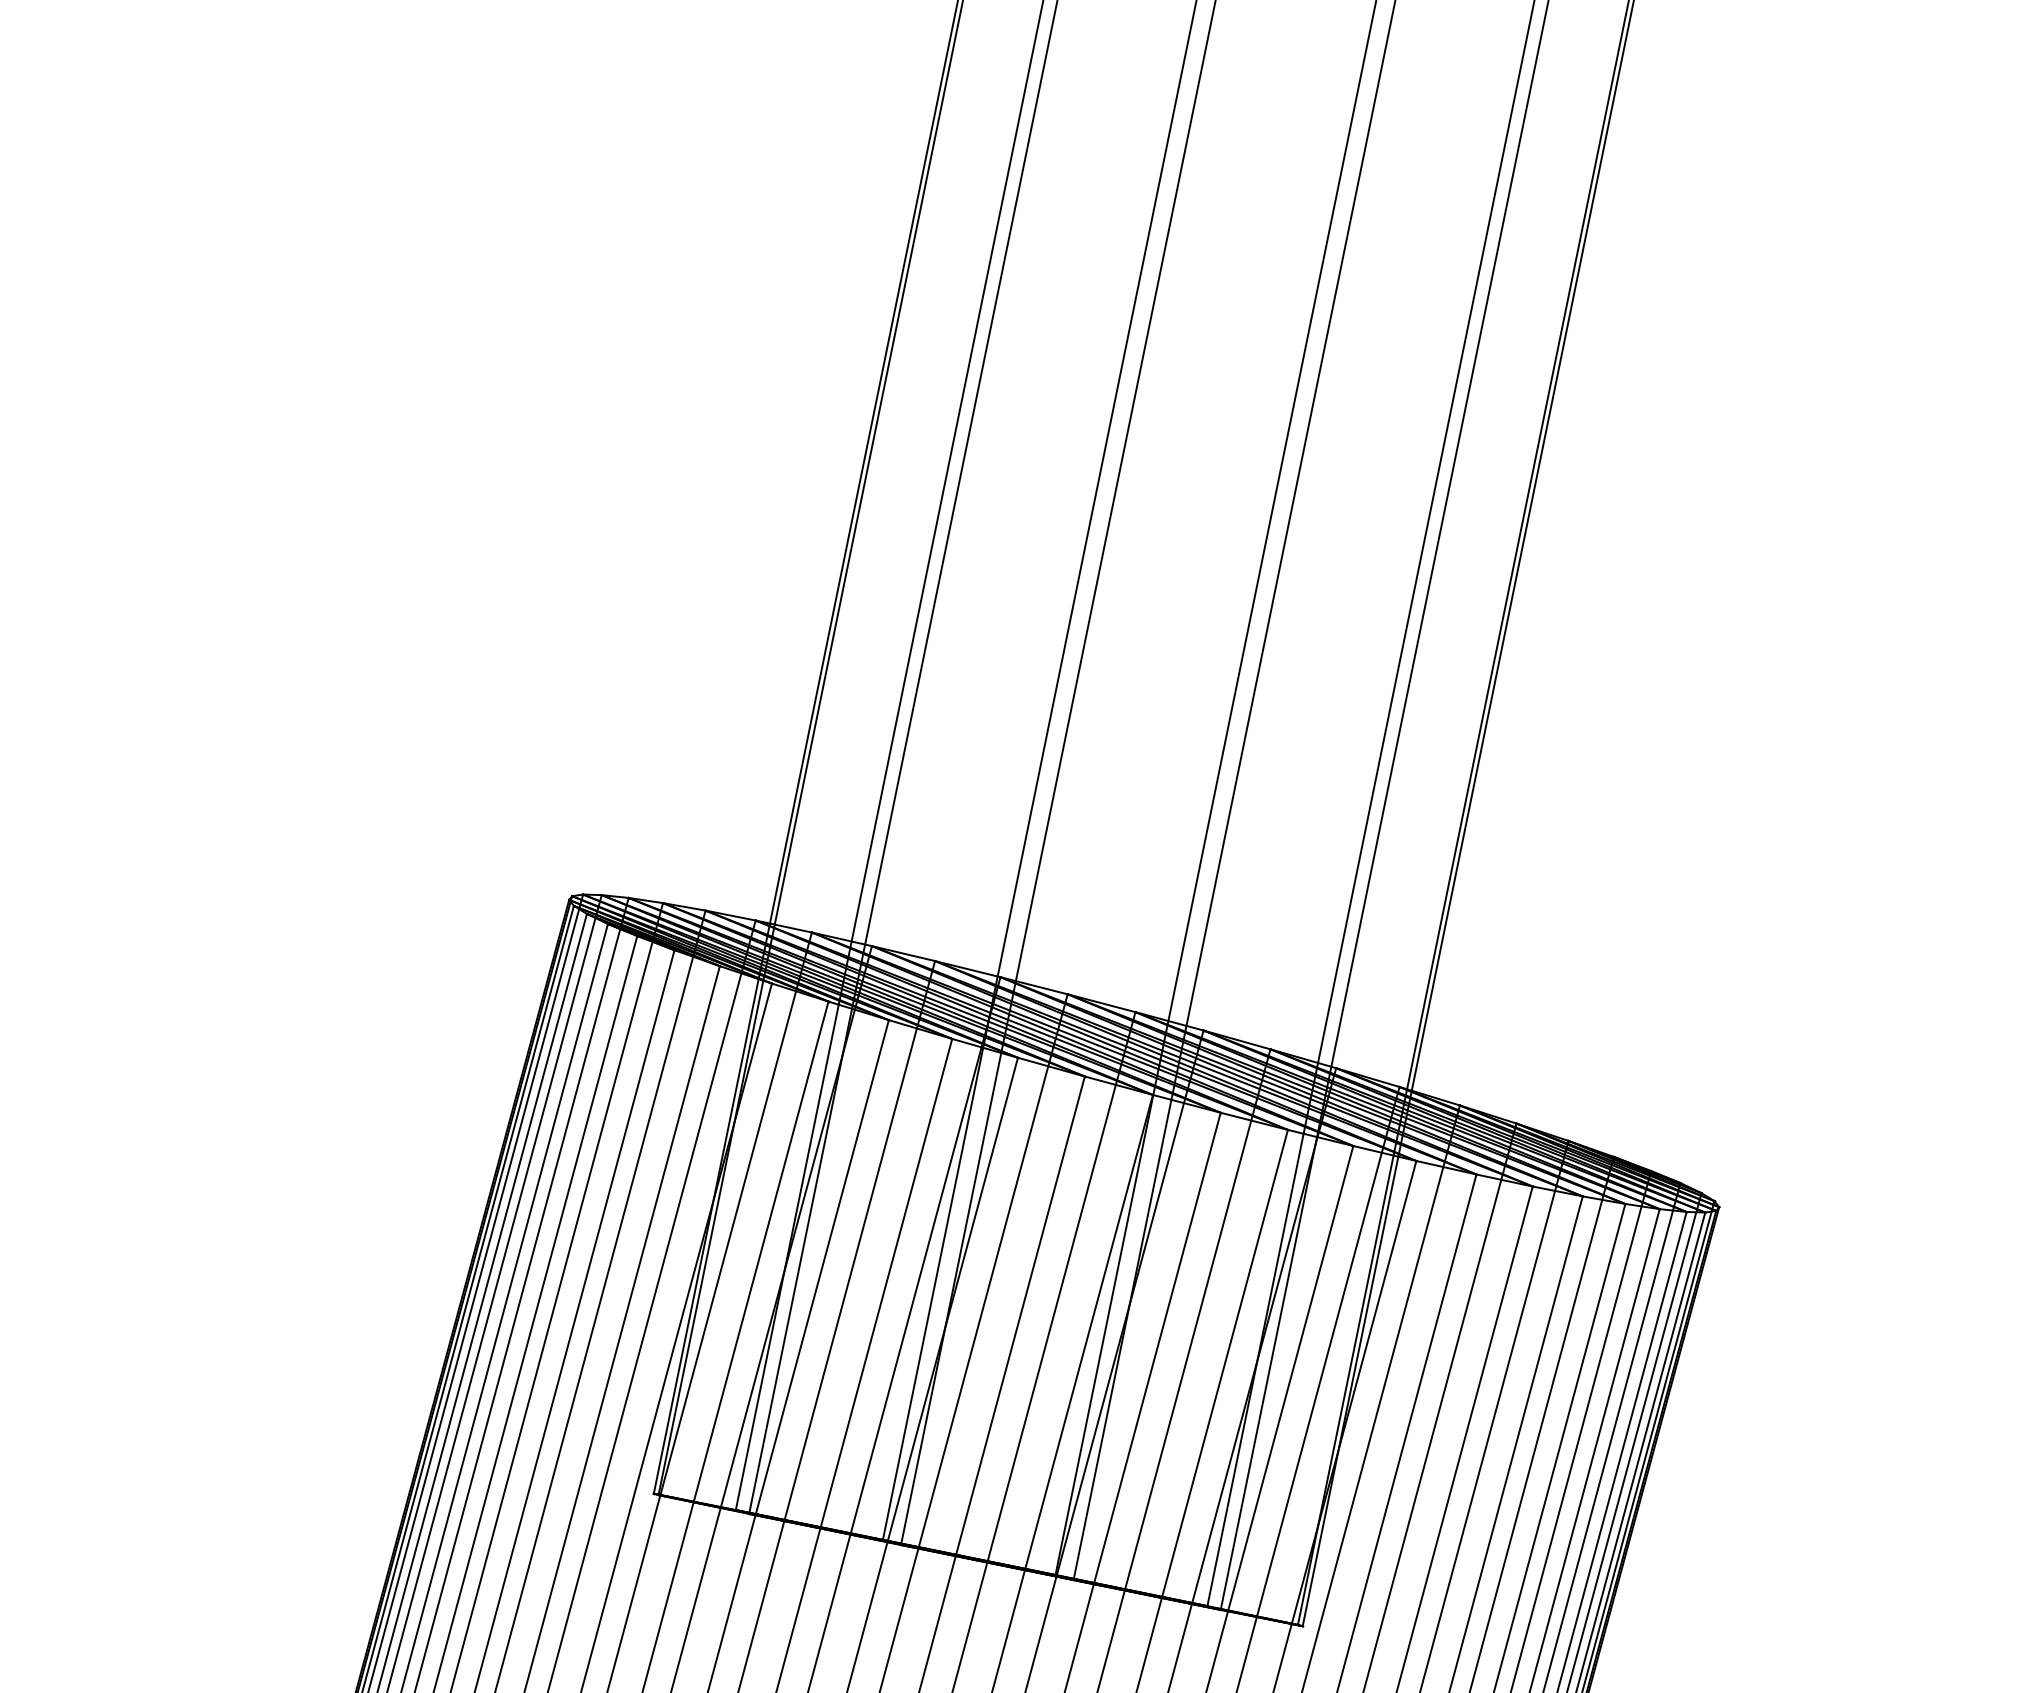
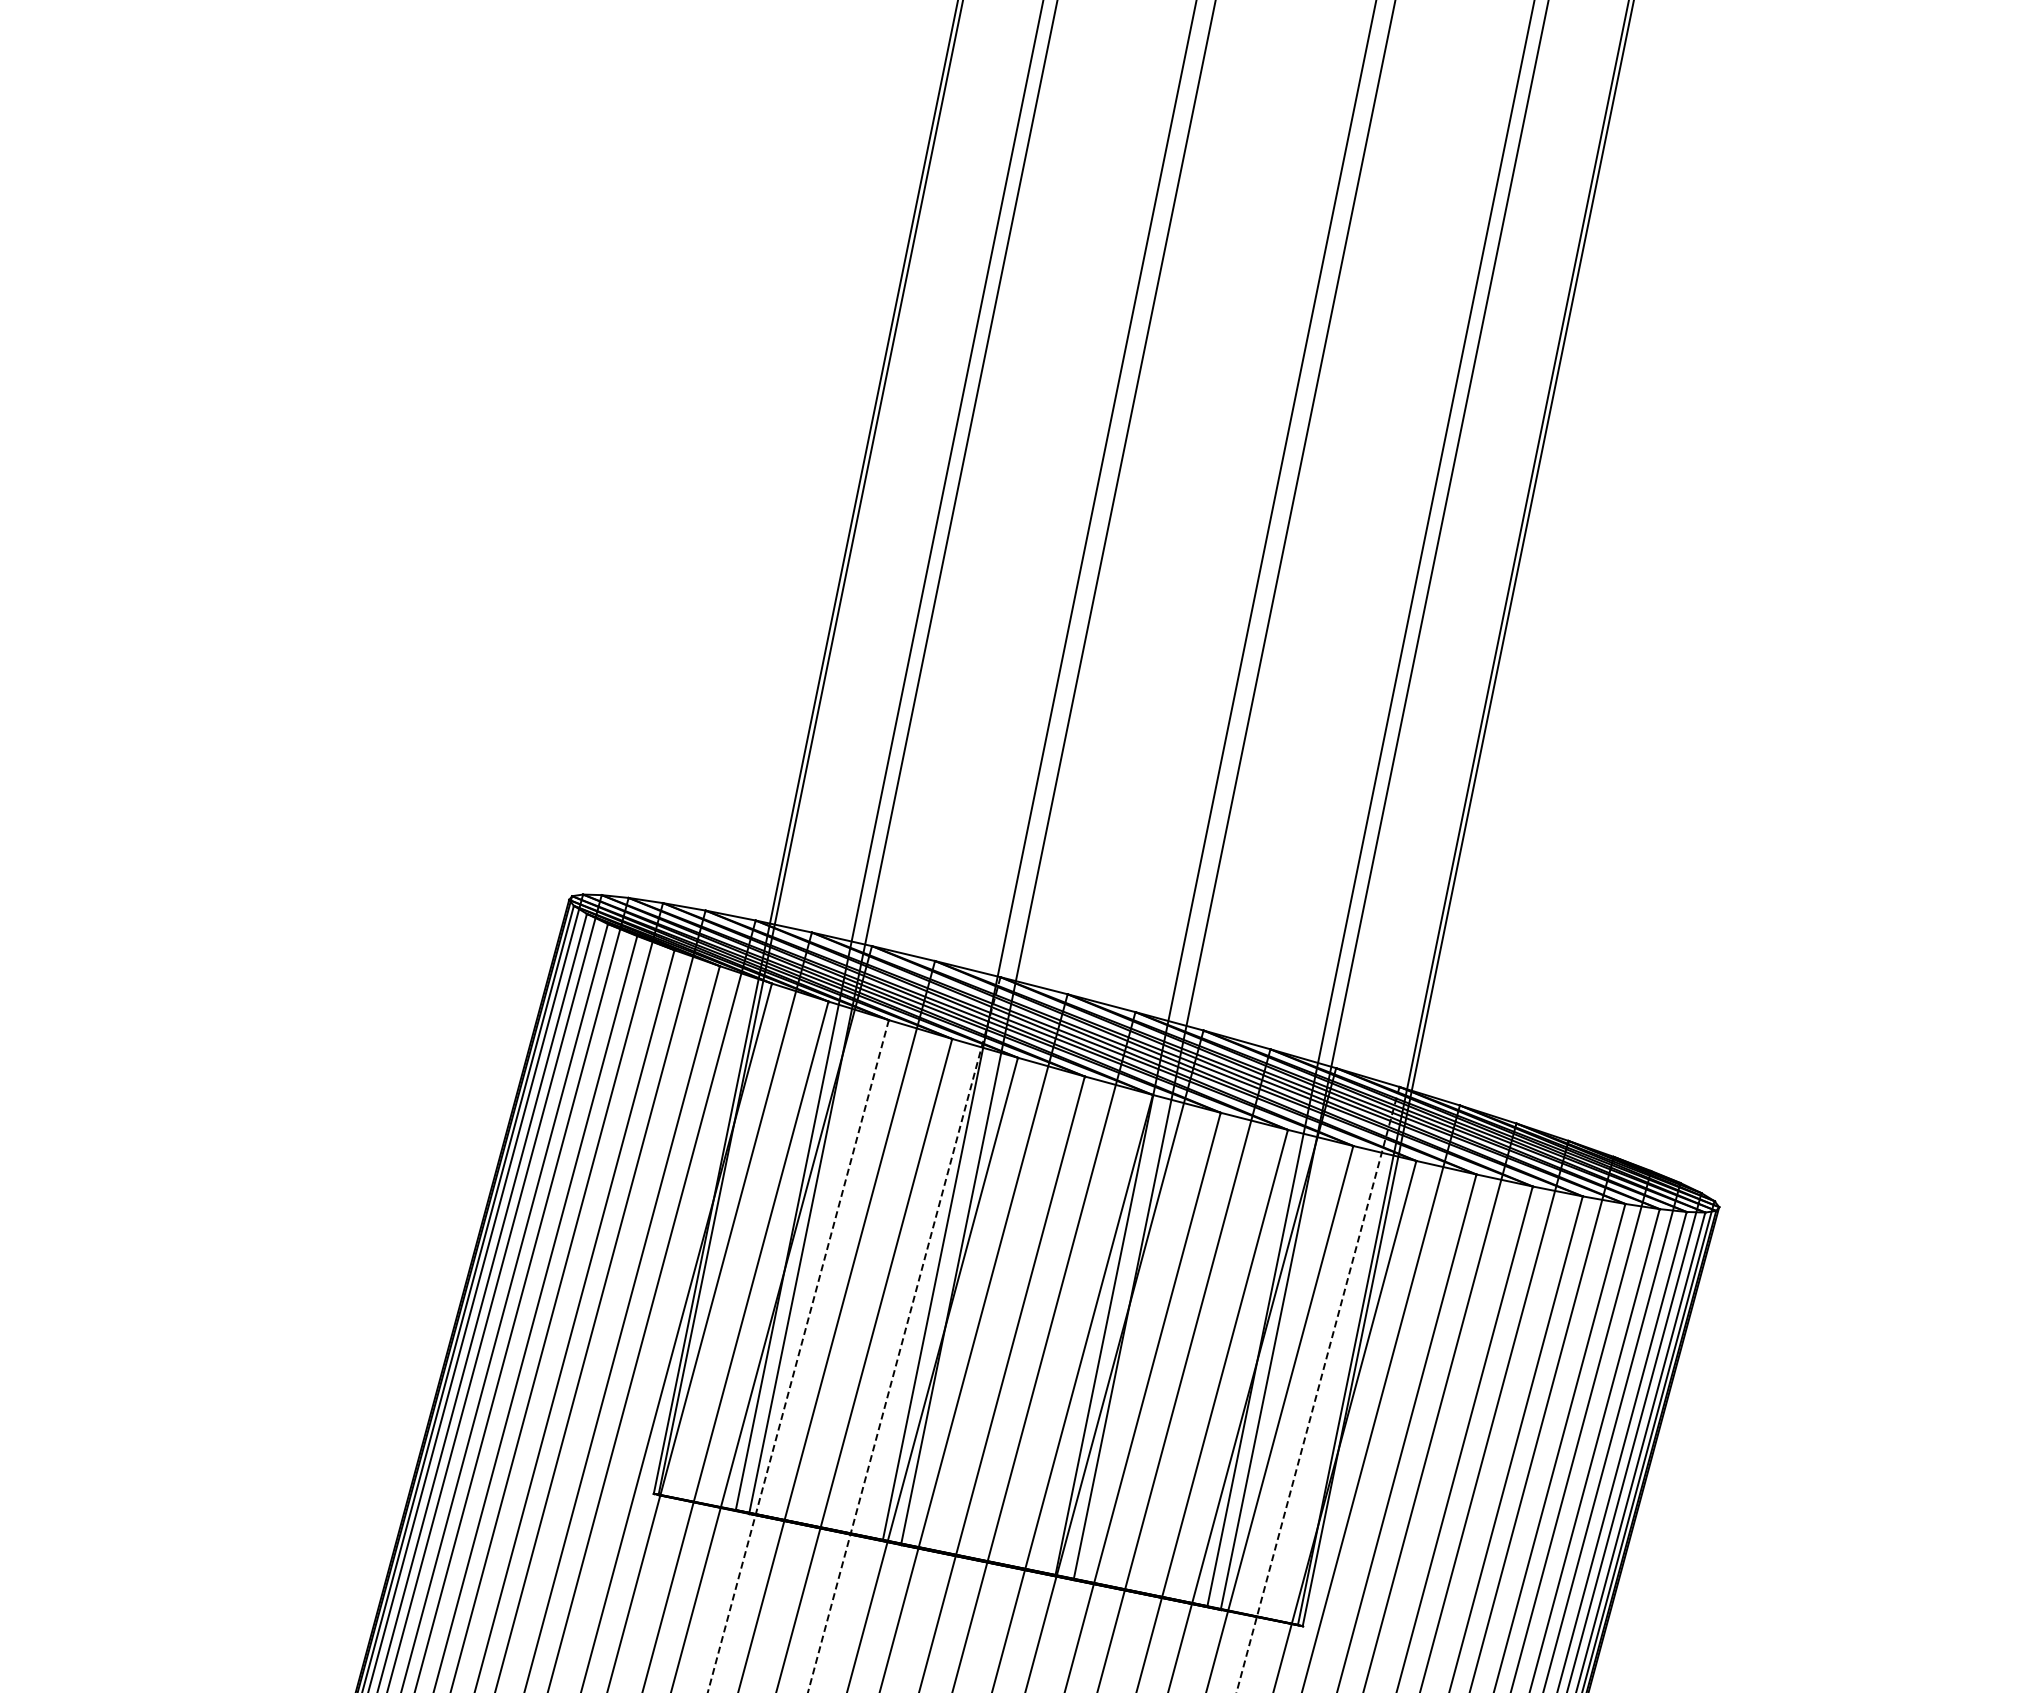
line at (904, 1335): solid -> dashed
line at (798, 1357): solid -> dashed
line at (1317, 1390): solid -> dashed
